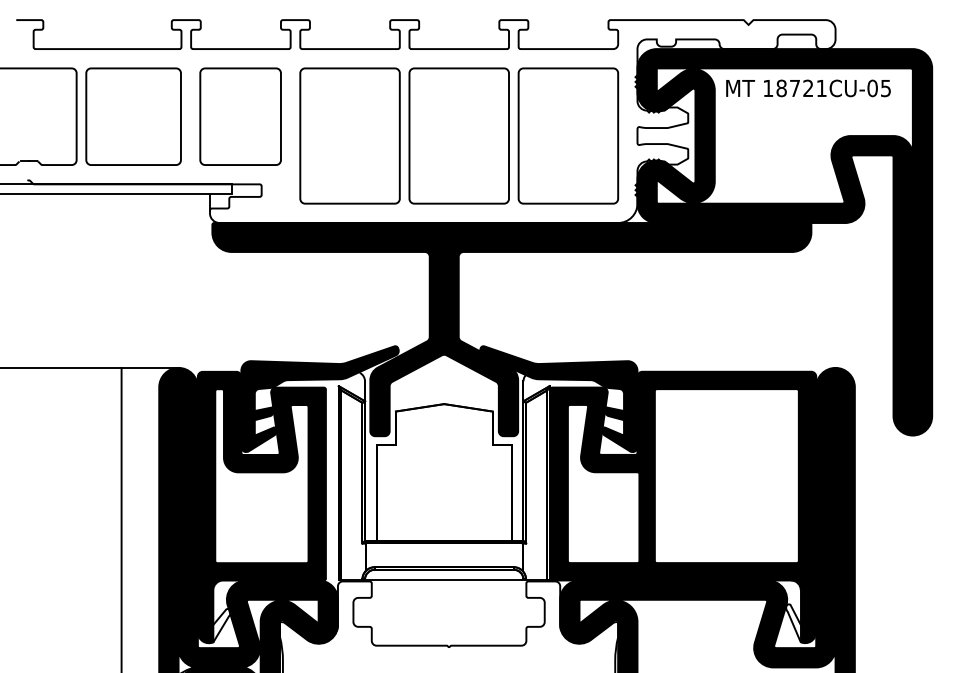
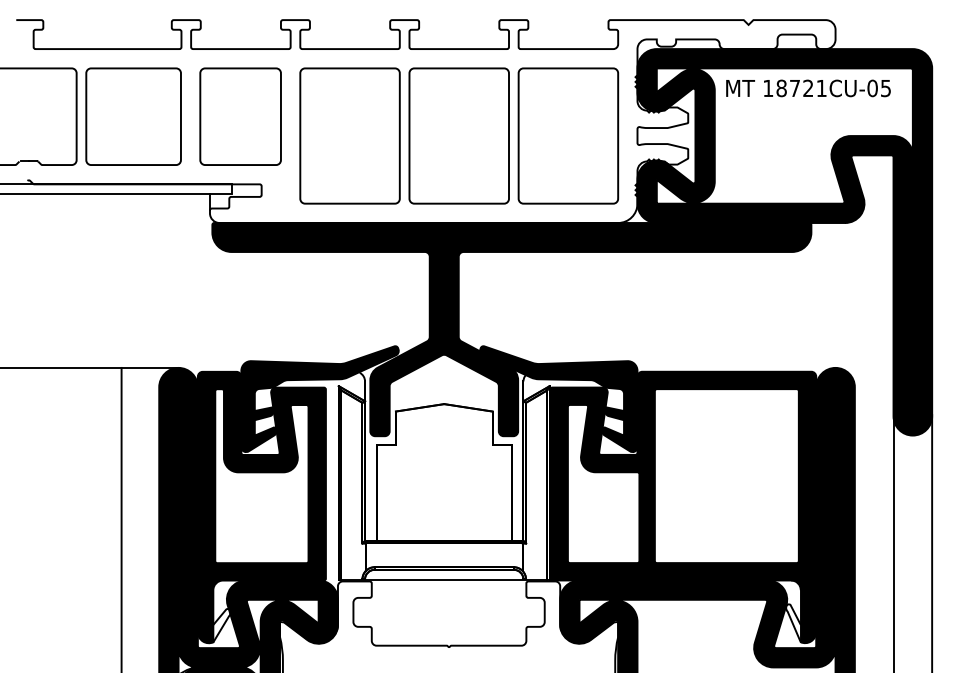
line at (893, 542): none -> present
line at (932, 542): none -> present
